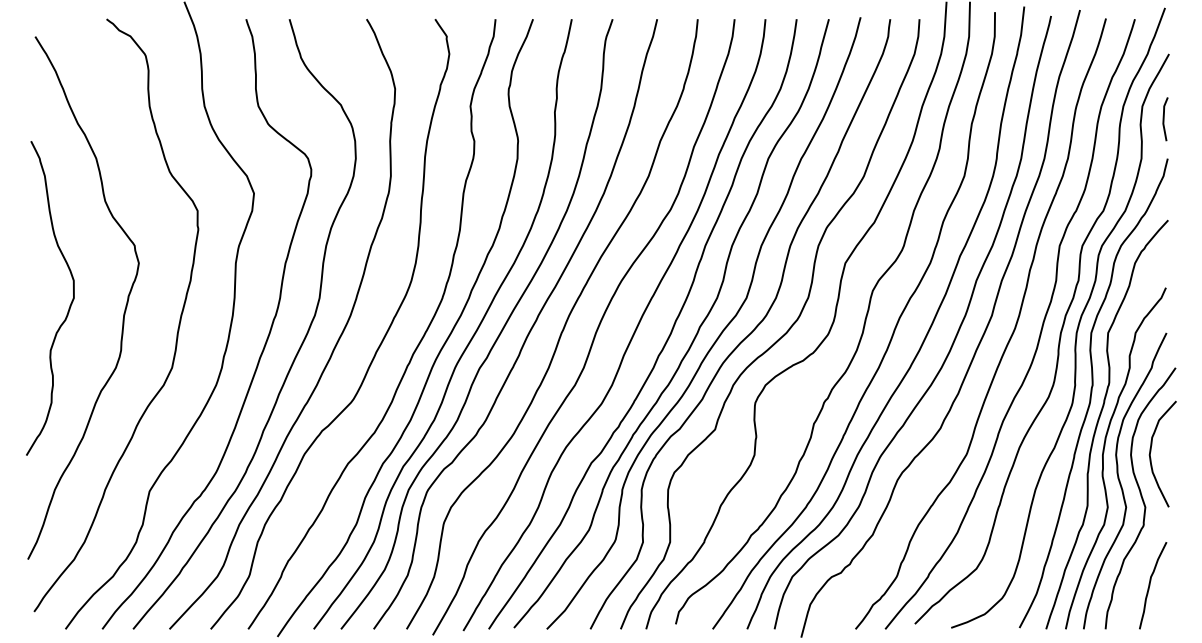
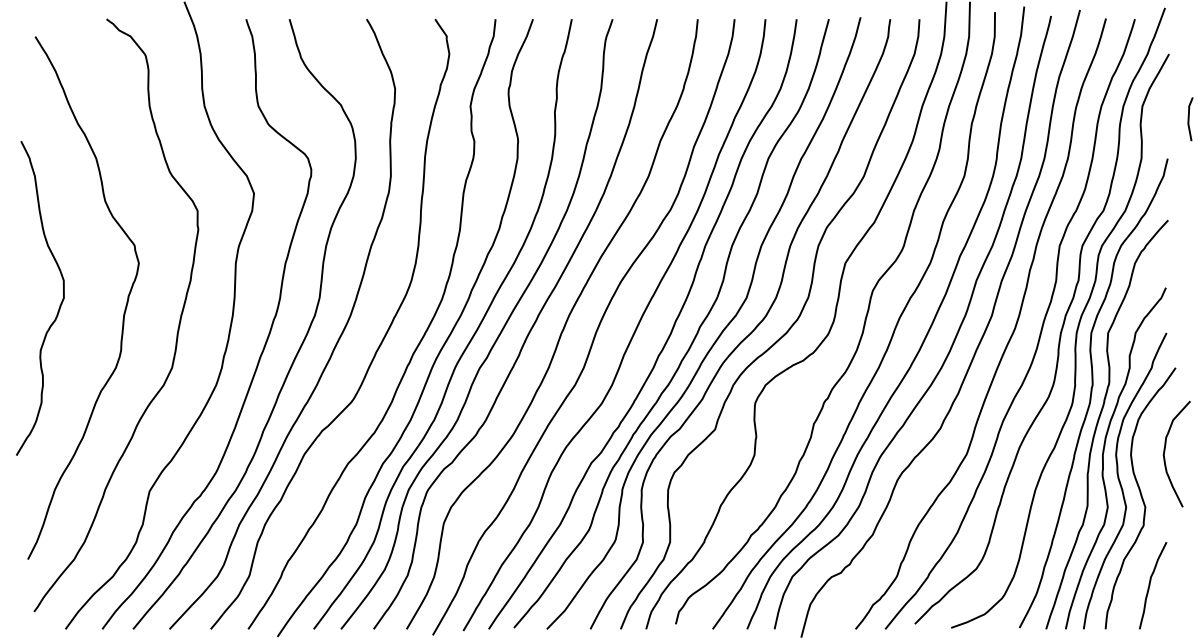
line at (1164, 119) position: (1164, 119) -> (1189, 119)
curve at (69, 305) position: (69, 305) -> (59, 305)
curve at (1151, 451) position: (1151, 451) -> (1165, 451)
